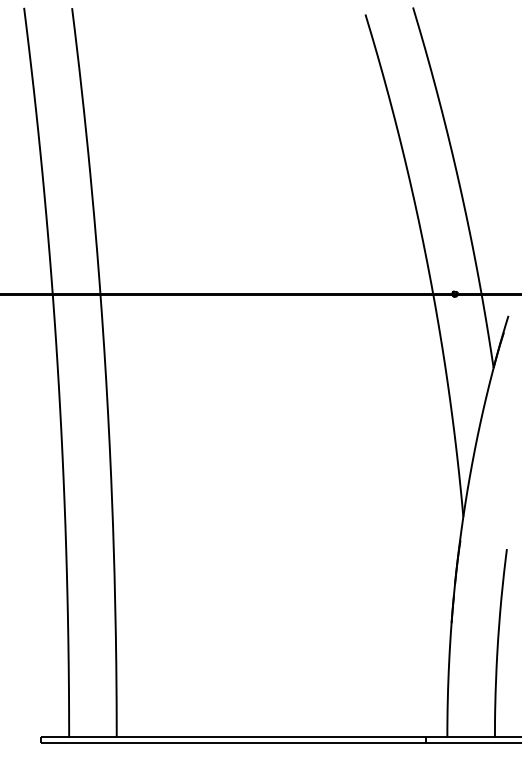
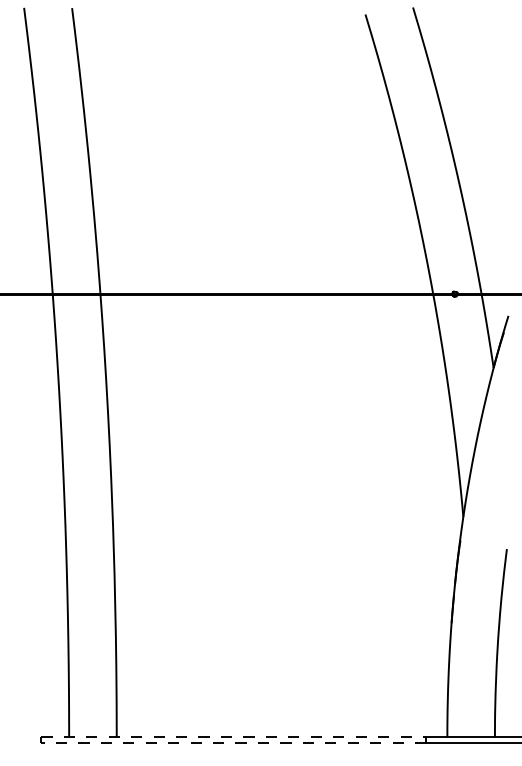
line at (234, 737): solid -> dashed
line at (233, 743): solid -> dashed
